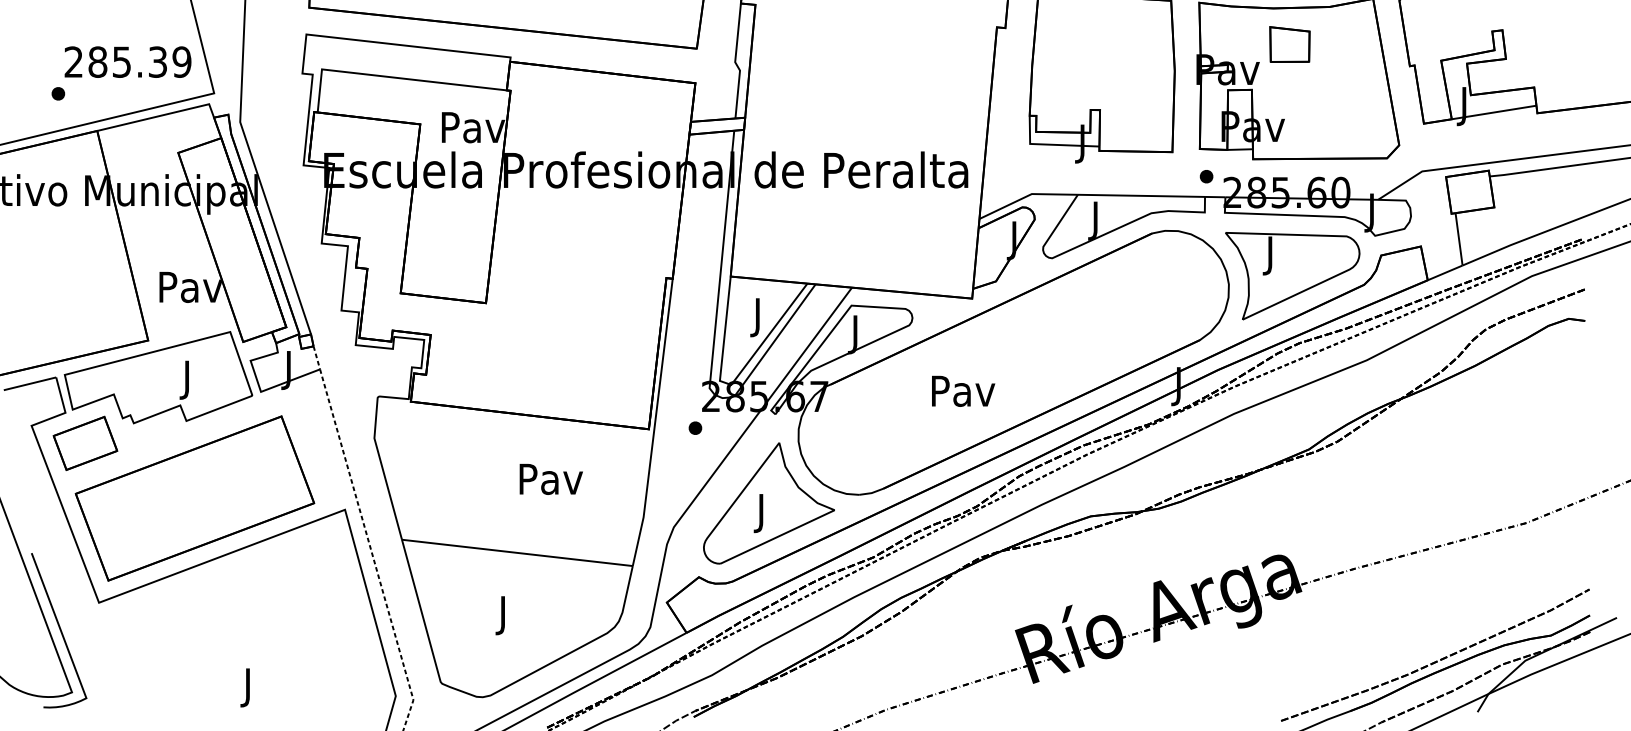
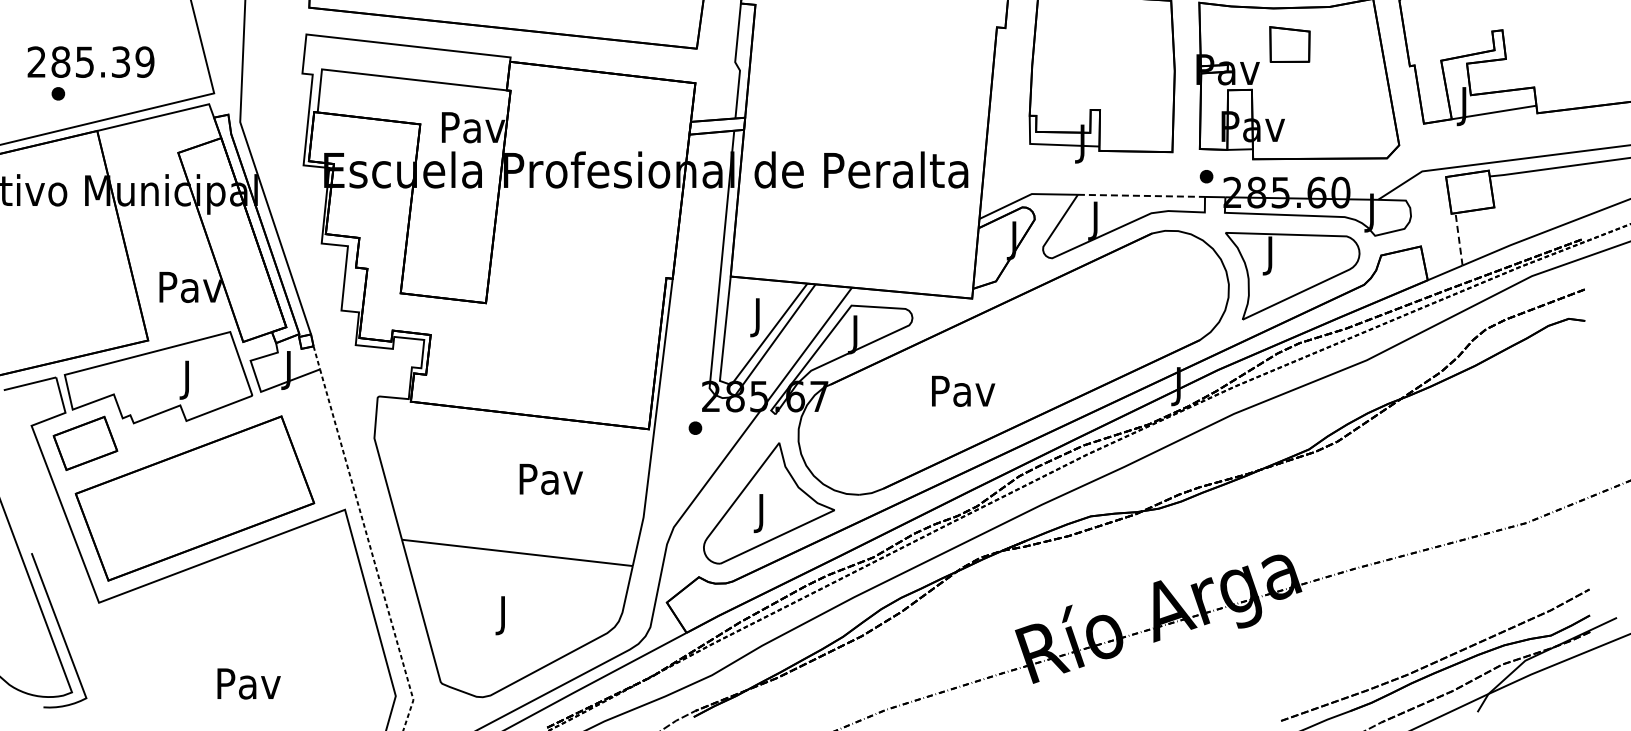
text at (127, 61) position: (127, 61) -> (90, 61)
line at (1141, 195): solid -> dashed
line at (1459, 238): solid -> dashed
text at (248, 687): J -> Pav
